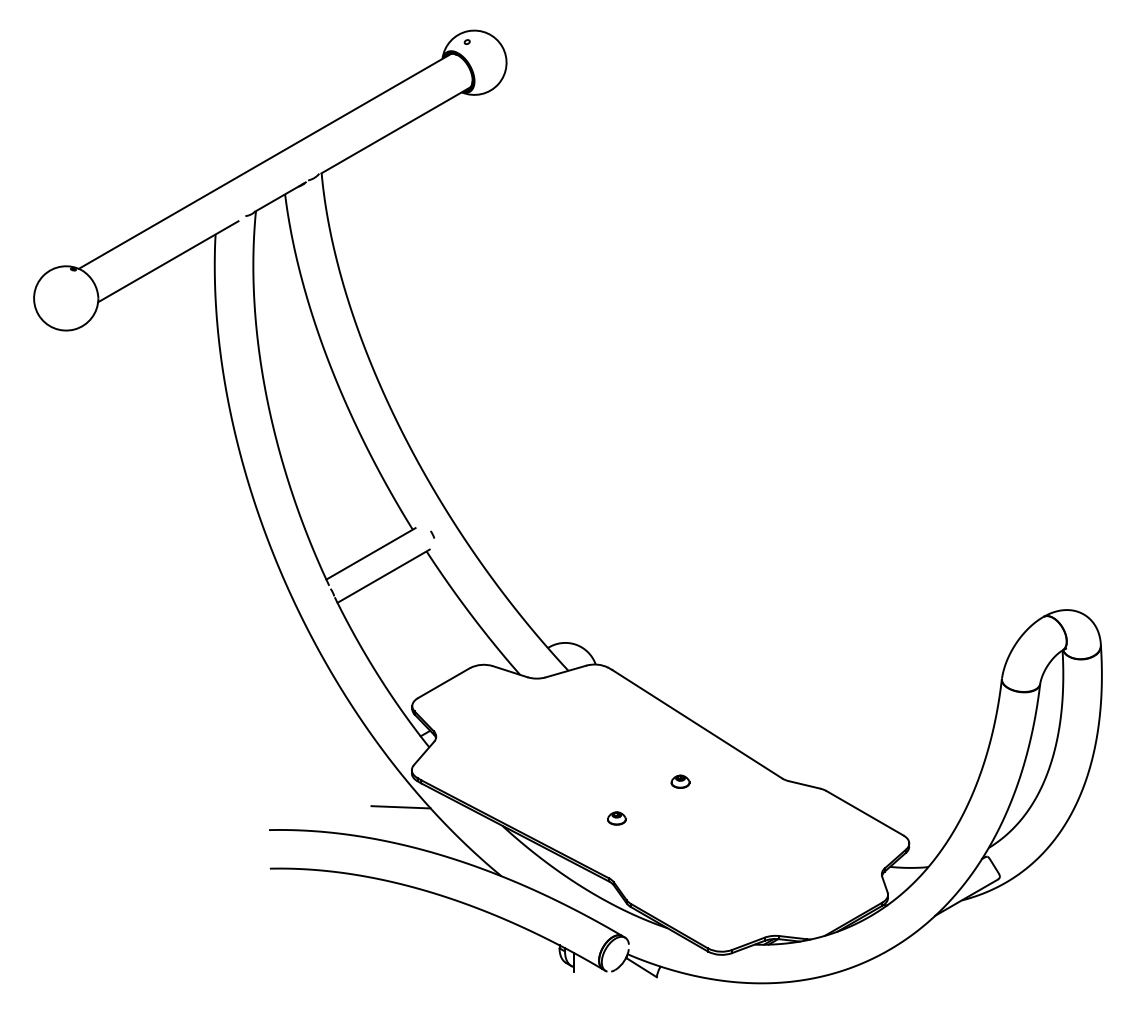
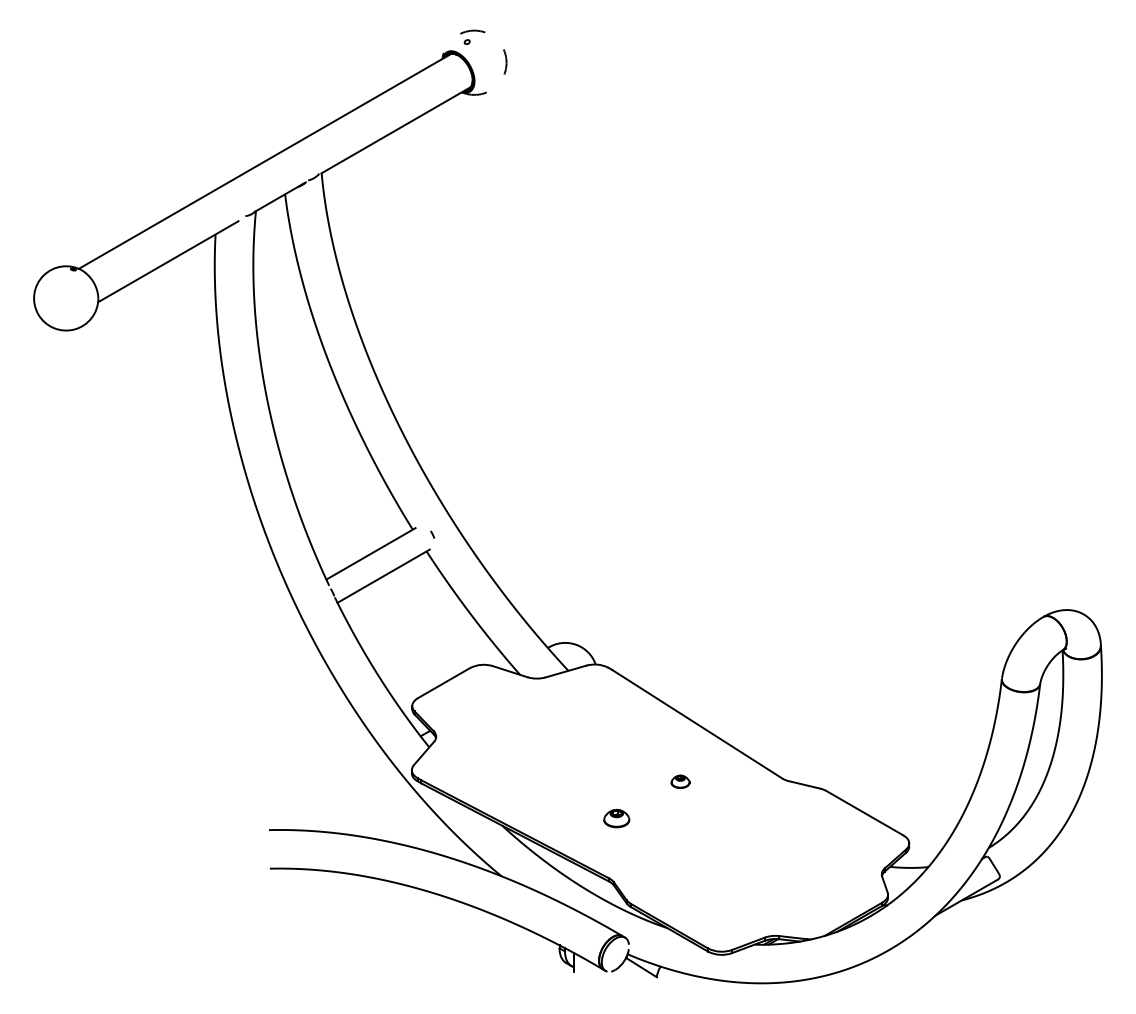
arc at (502, 46): solid -> dashed
line at (400, 807): present -> none
part at (616, 818) size: 20x15 px -> 28x21 px
